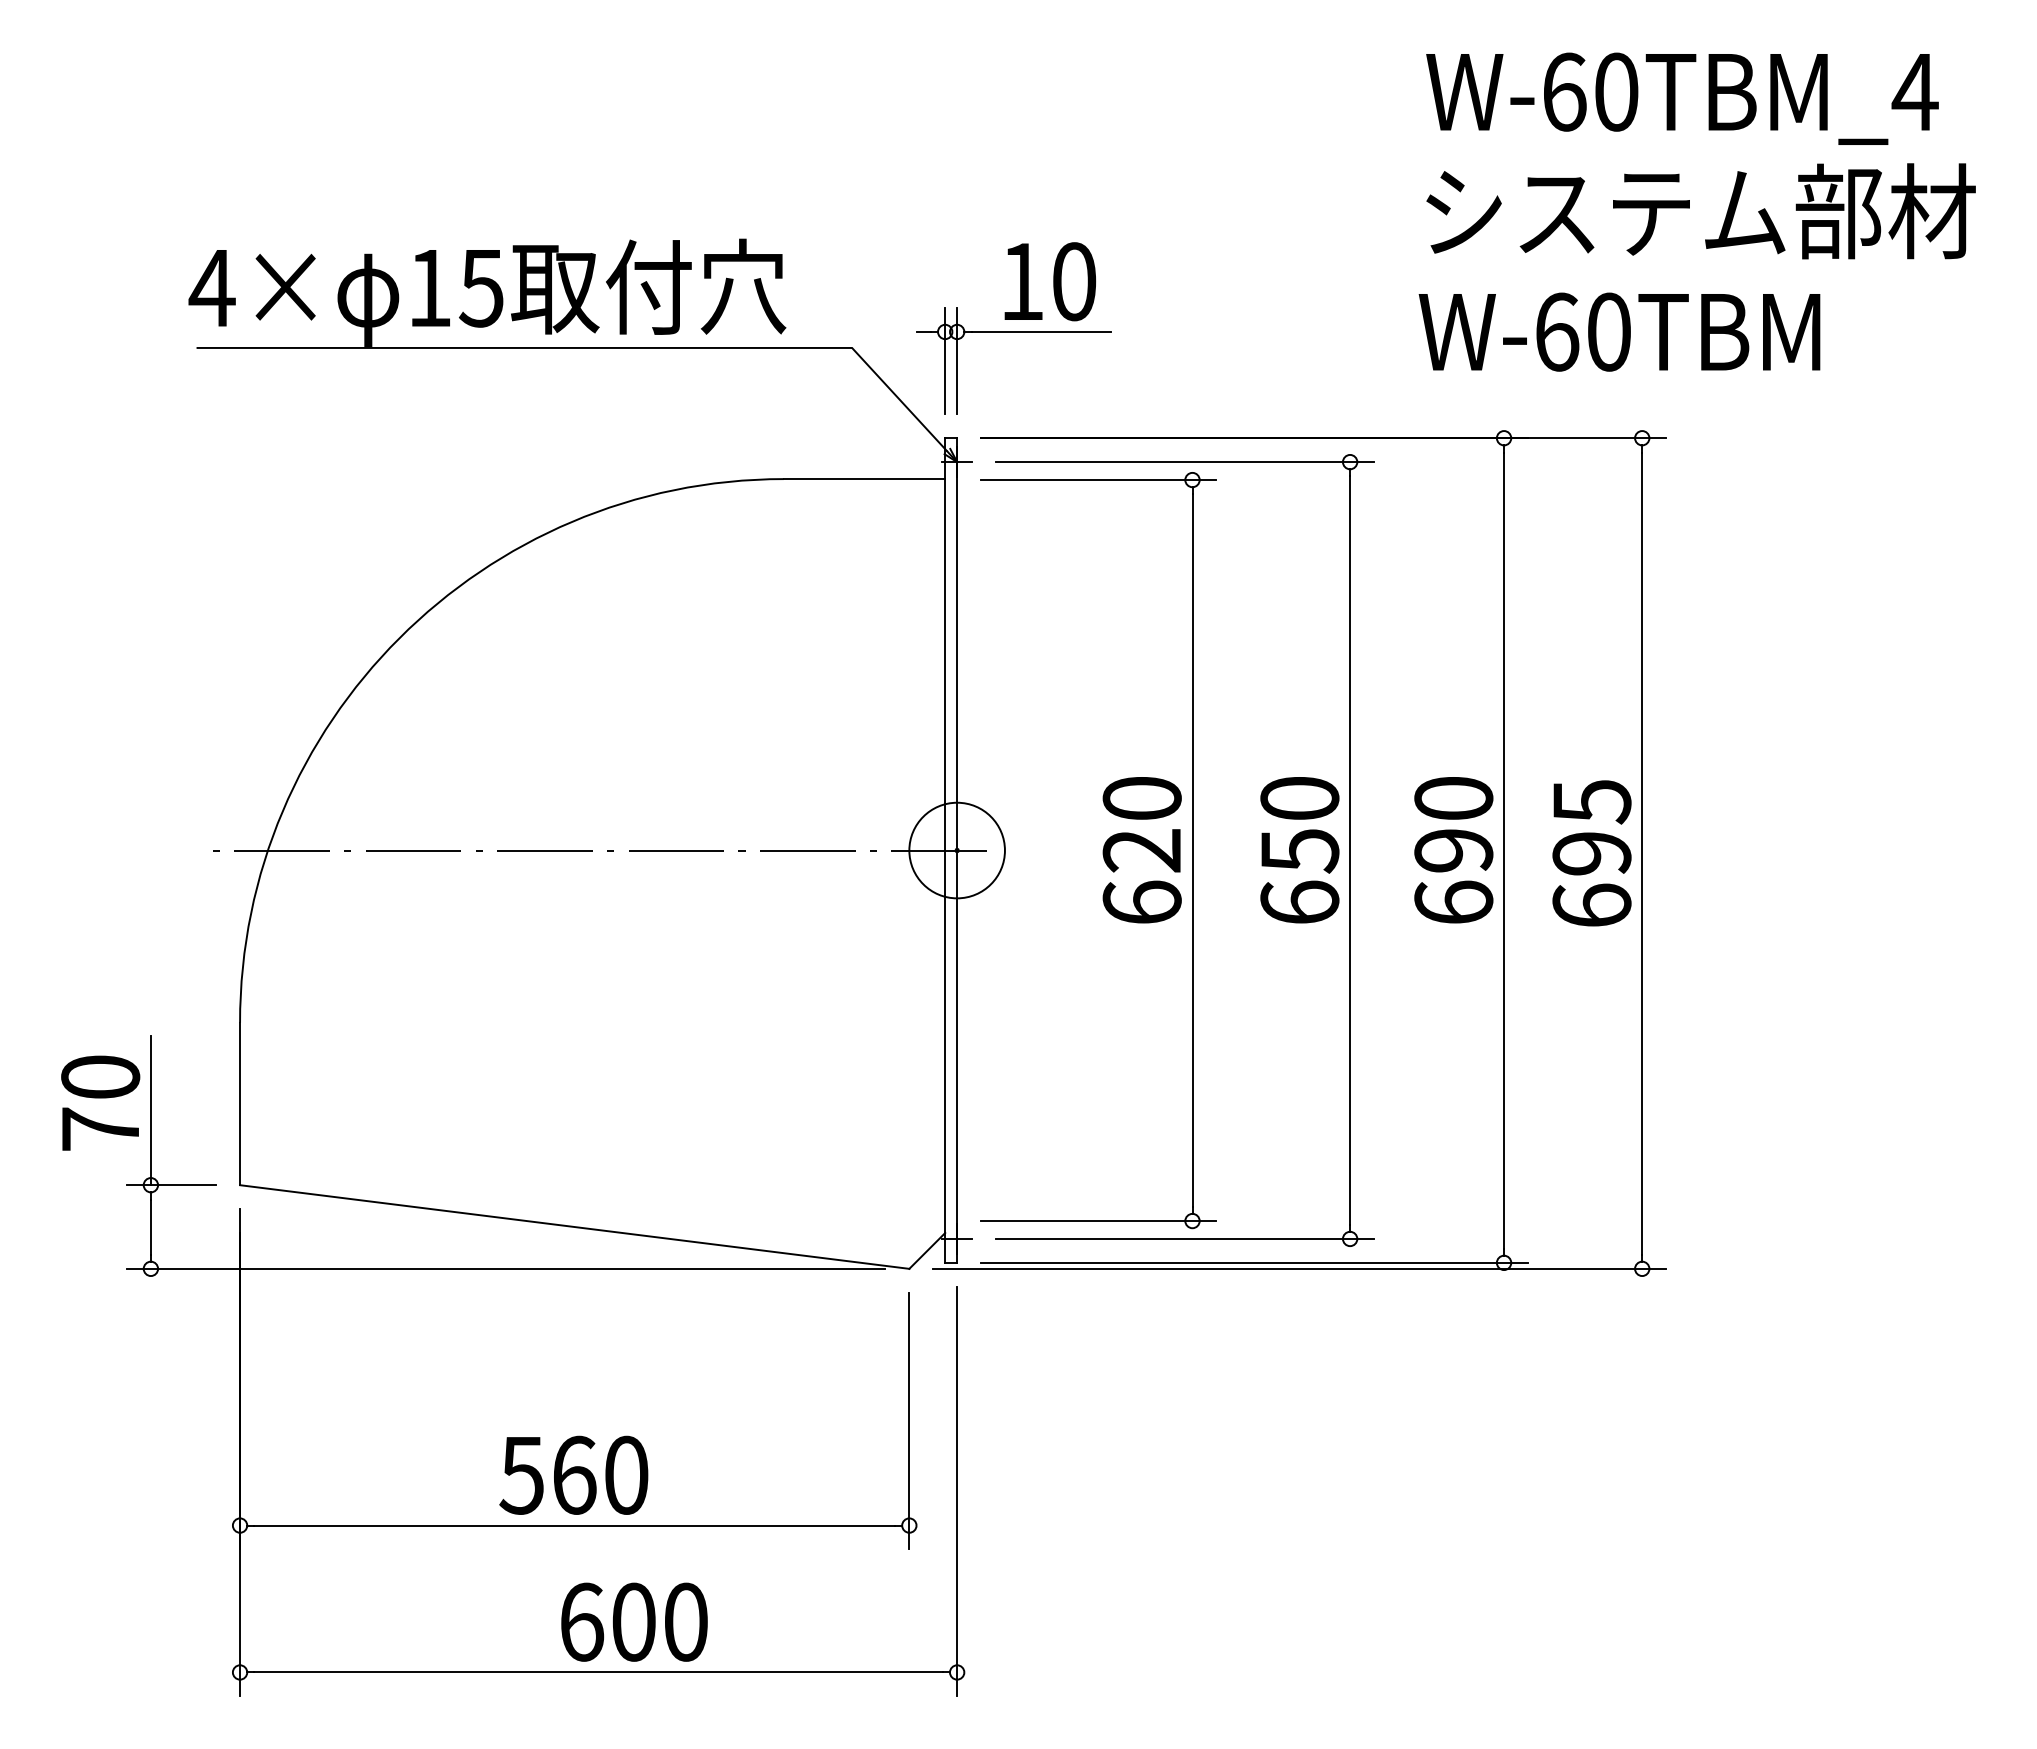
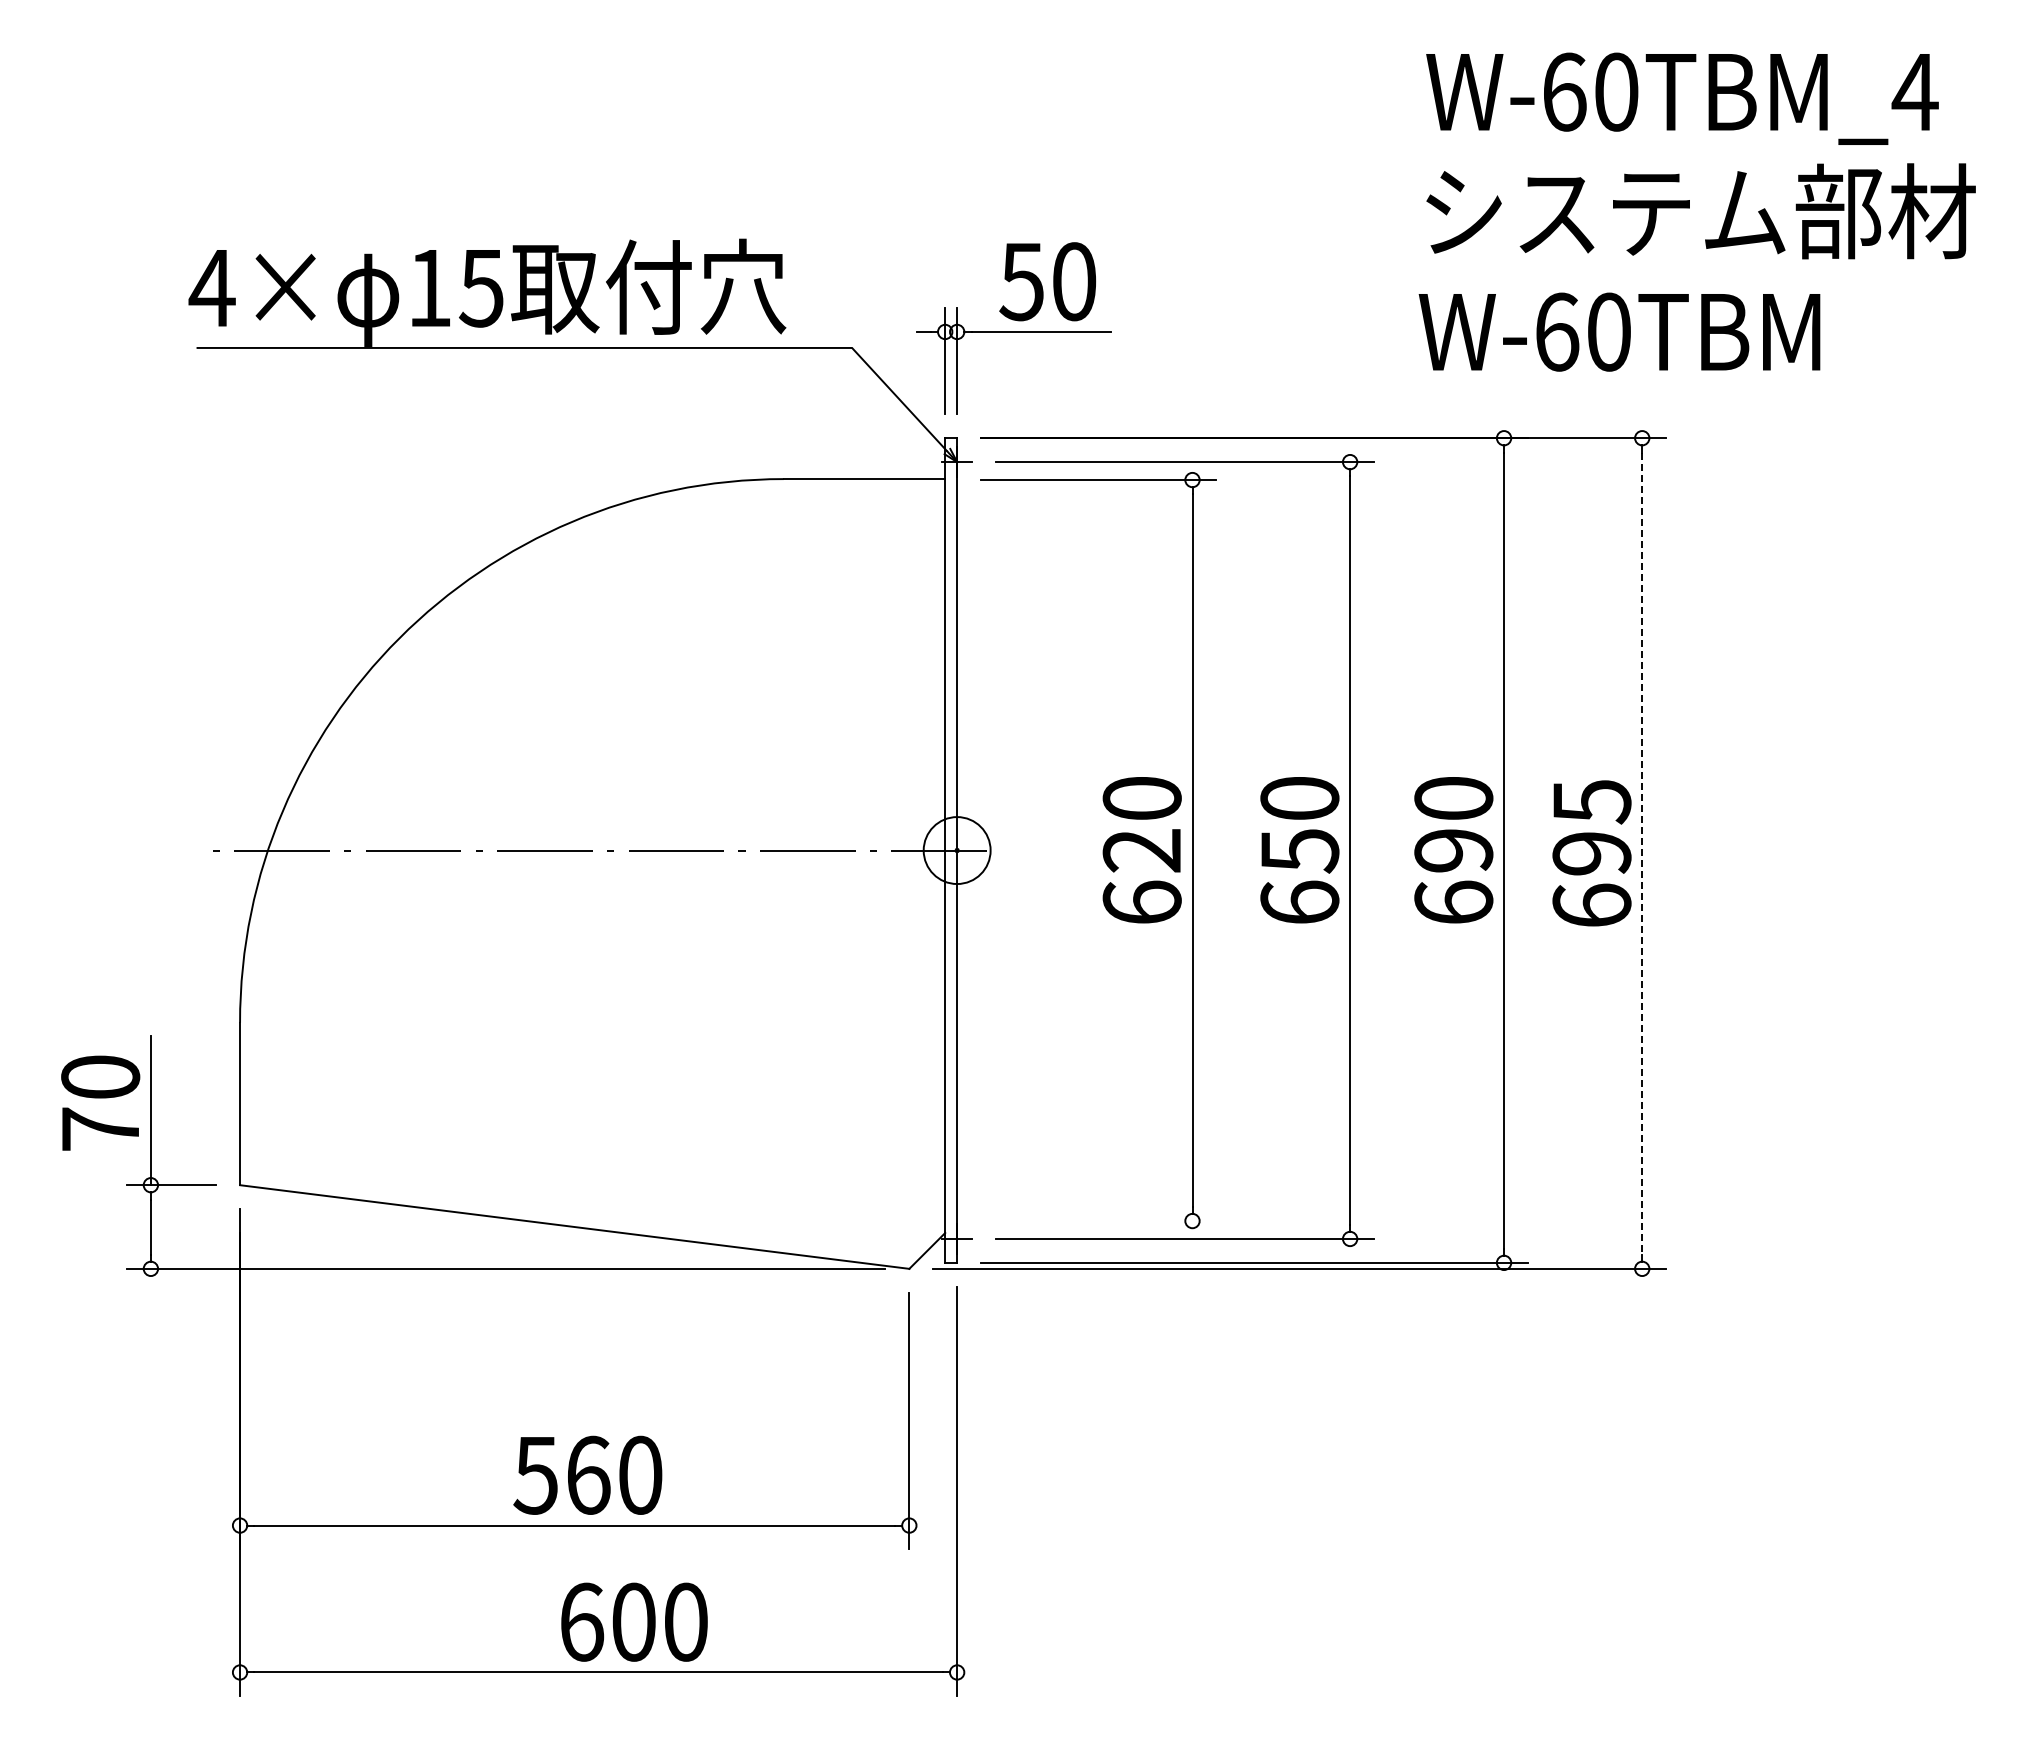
text at (1021, 282): 10 -> 50
circle at (956, 850) diameter: 96 px -> 67 px
line at (1642, 853): solid -> dashed
line at (1098, 1221): present -> none
text at (573, 1474) position: (573, 1474) -> (587, 1474)
